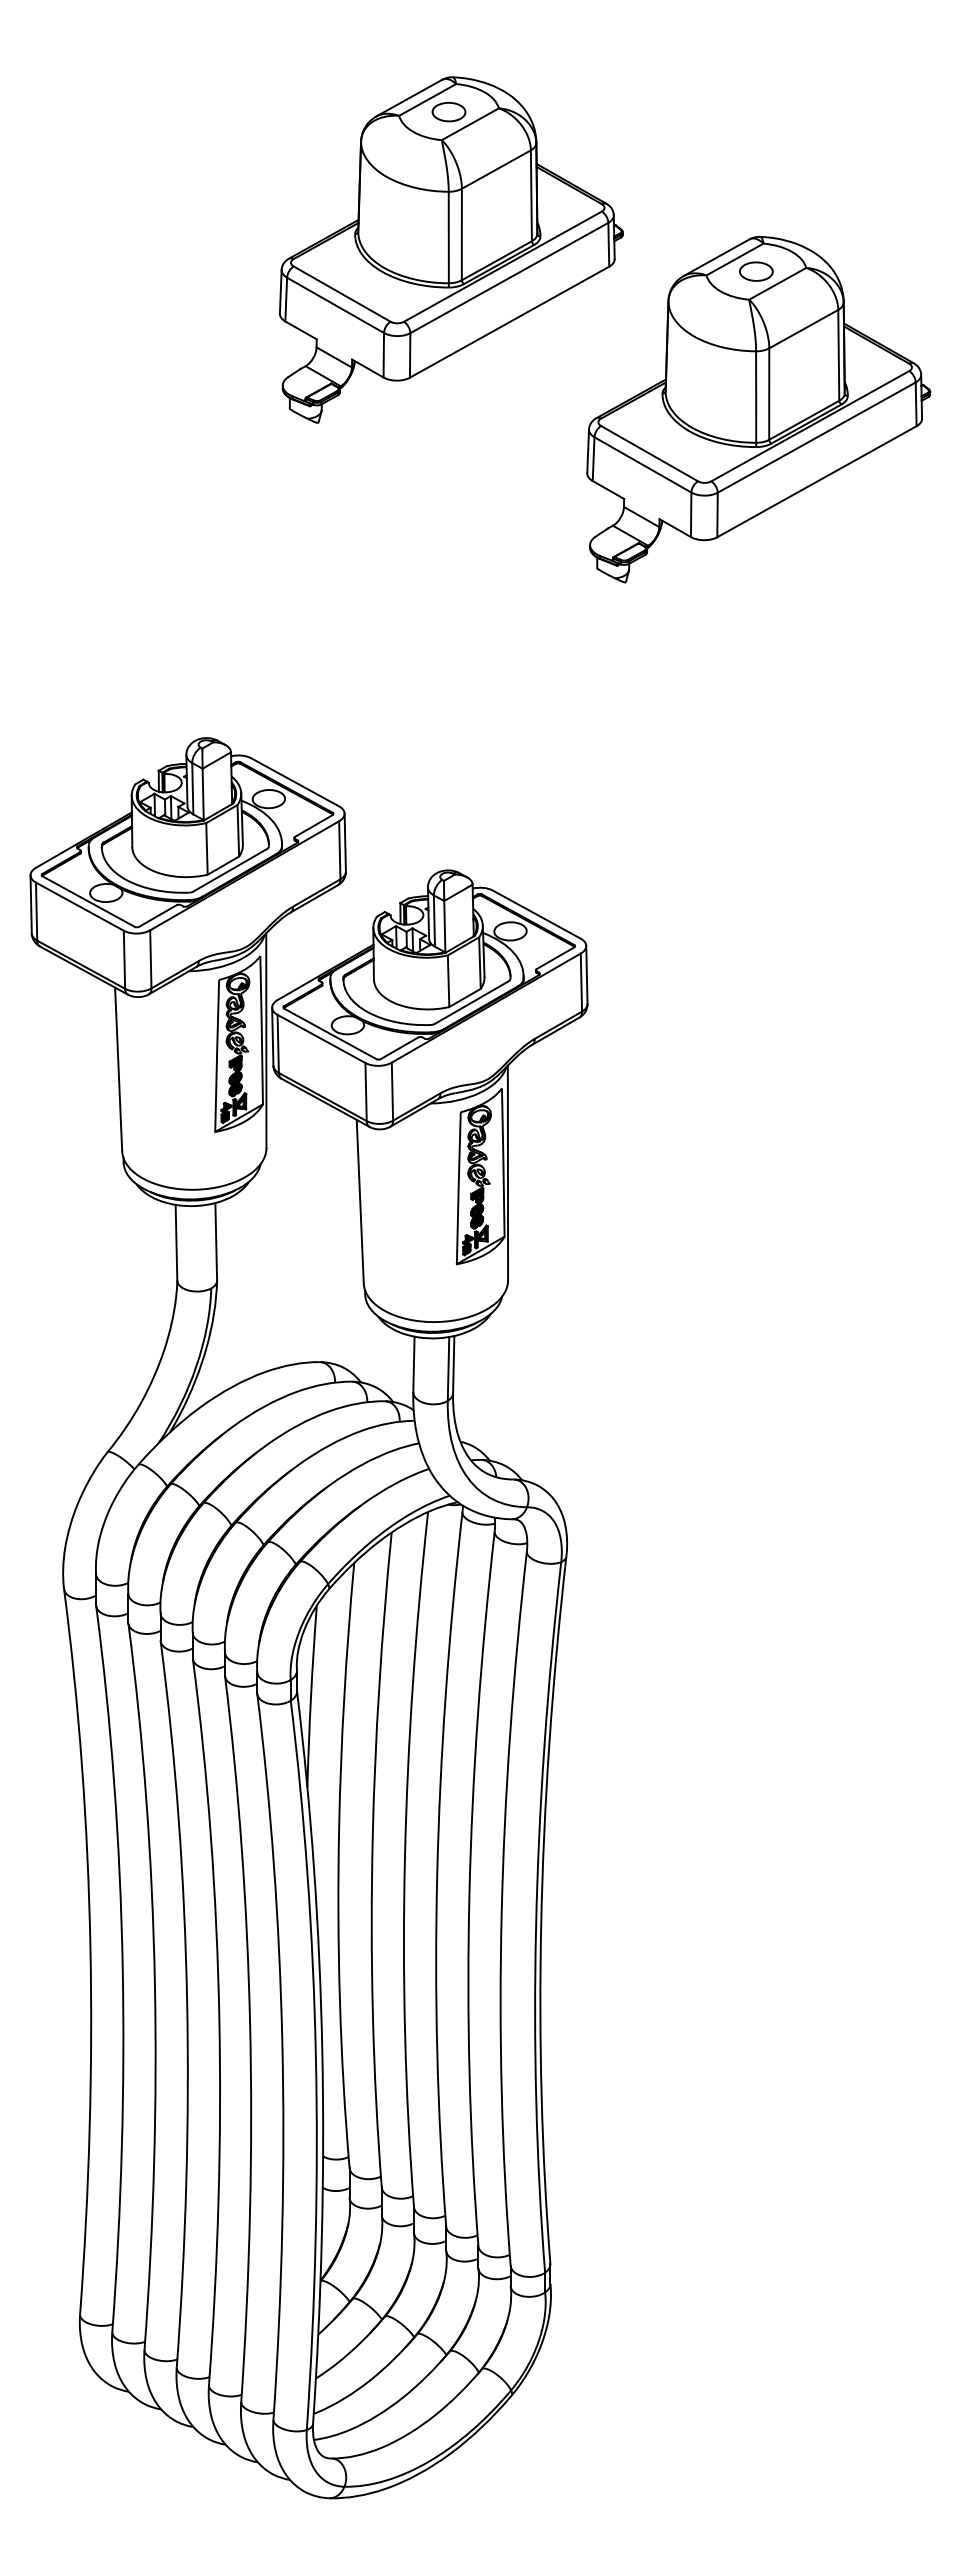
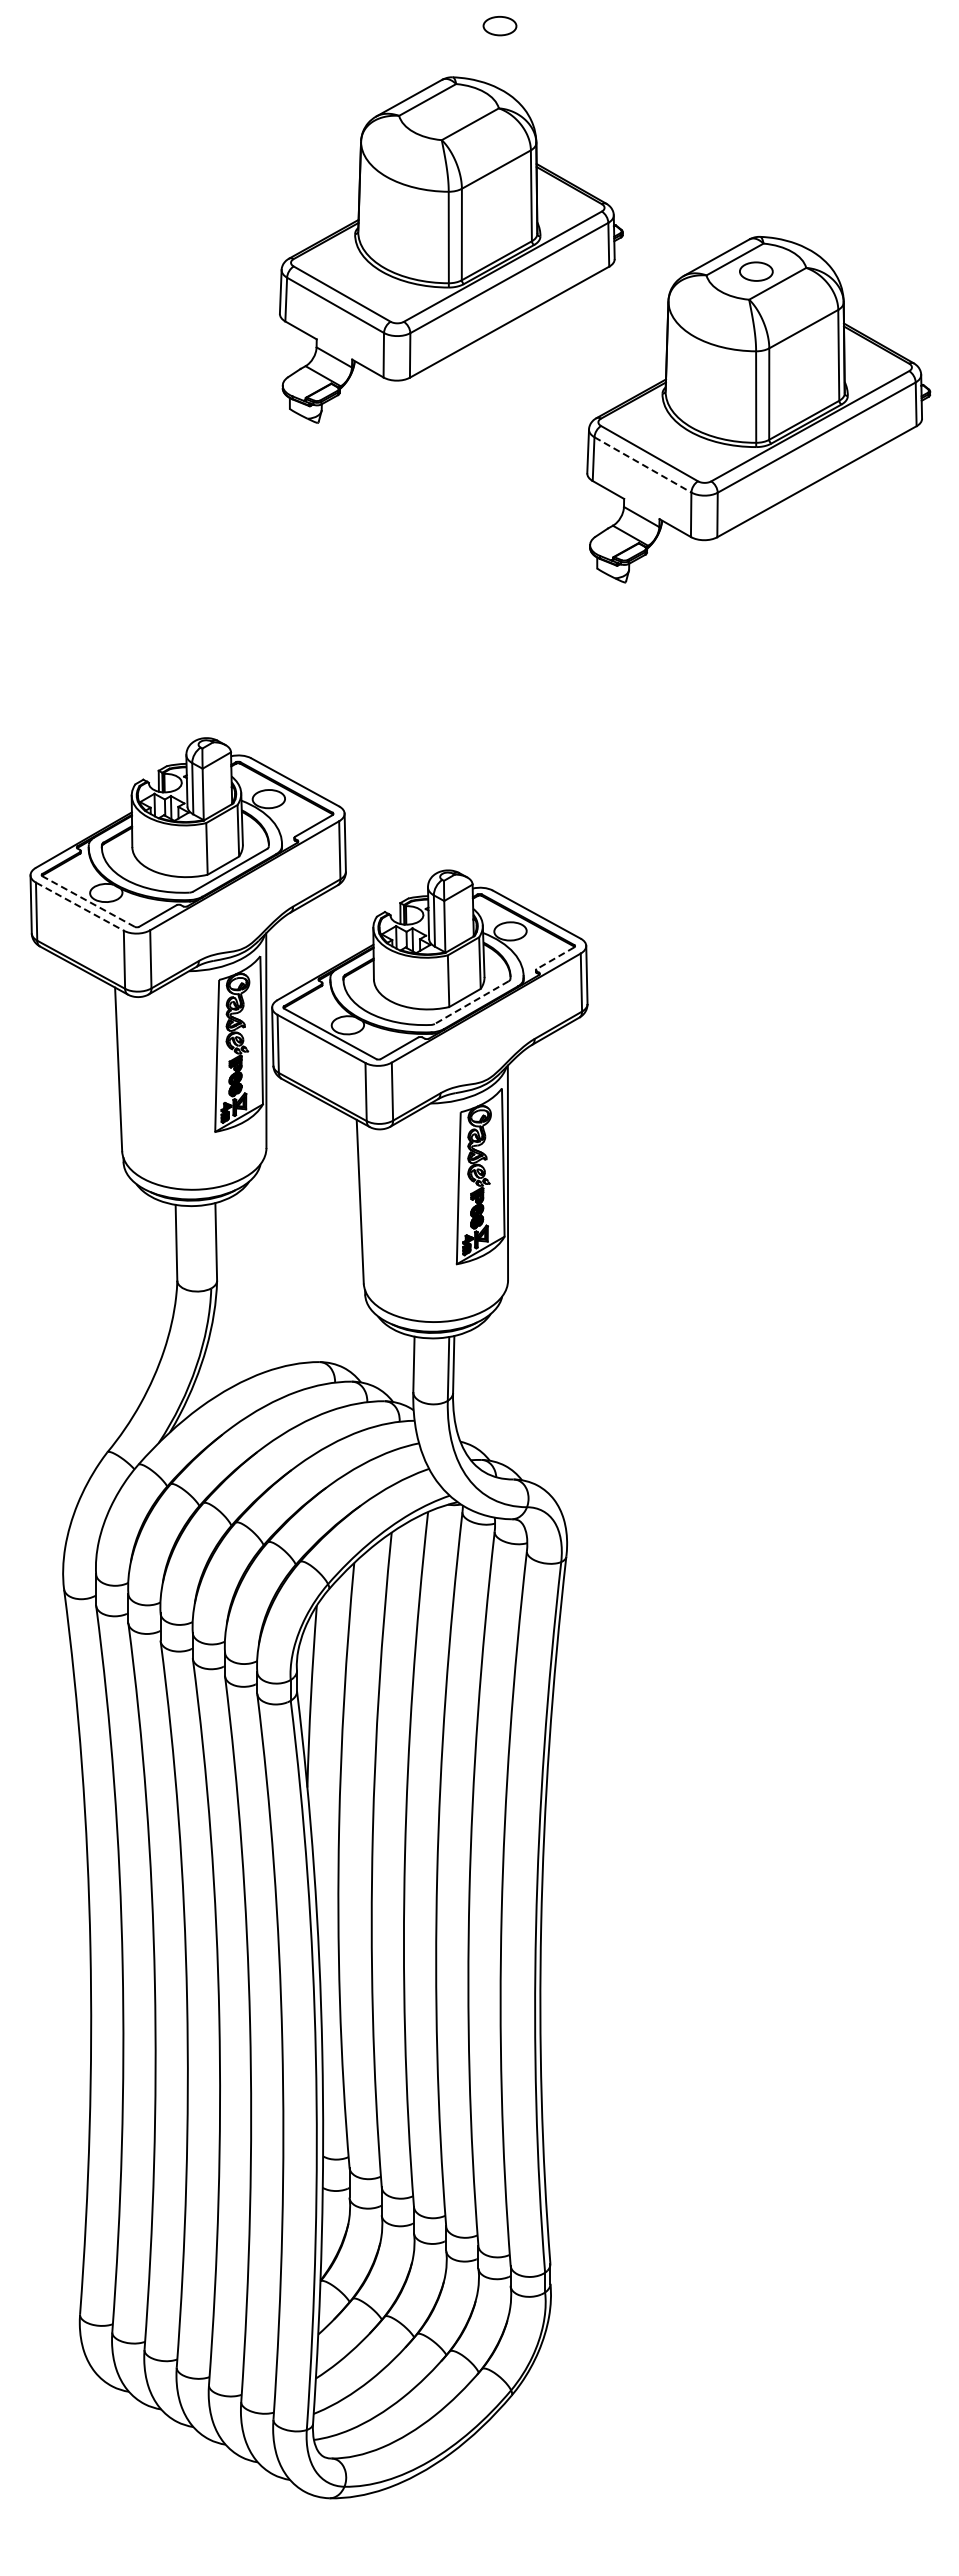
part at (448, 112) position: (448, 112) -> (499, 26)
line at (642, 464): solid -> dashed
line at (88, 901): solid -> dashed
line at (80, 906): solid -> dashed
line at (555, 958): solid -> dashed
line at (471, 1002): solid -> dashed
